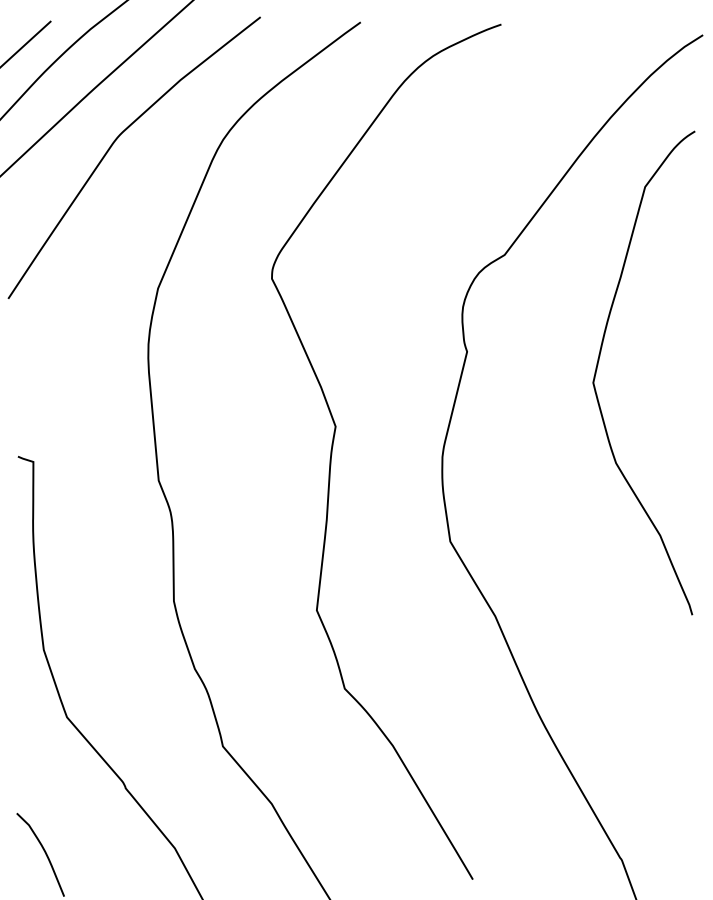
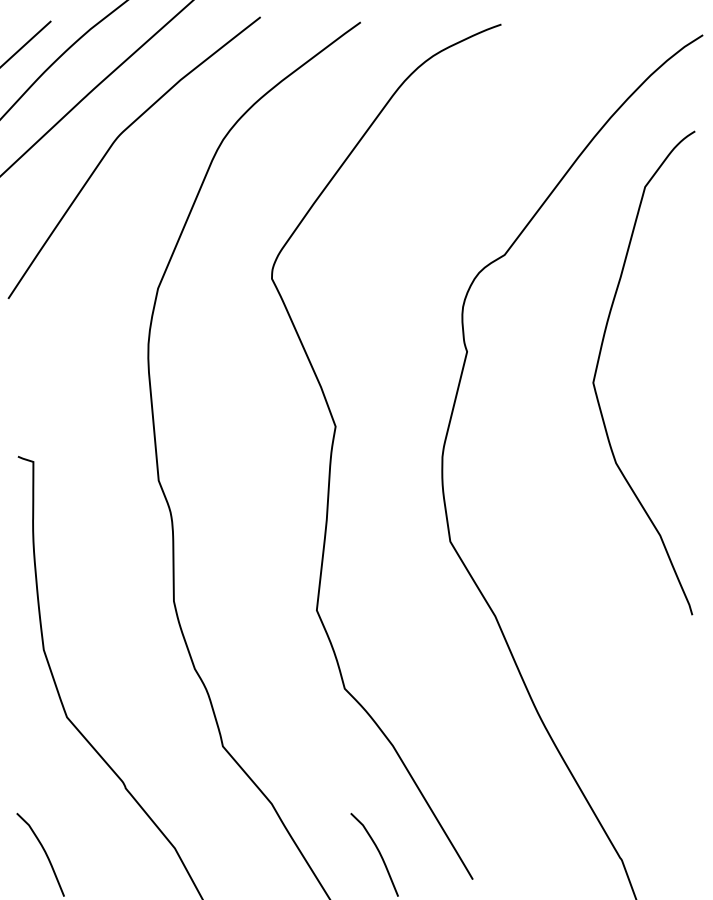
curve at (378, 852): none -> present
